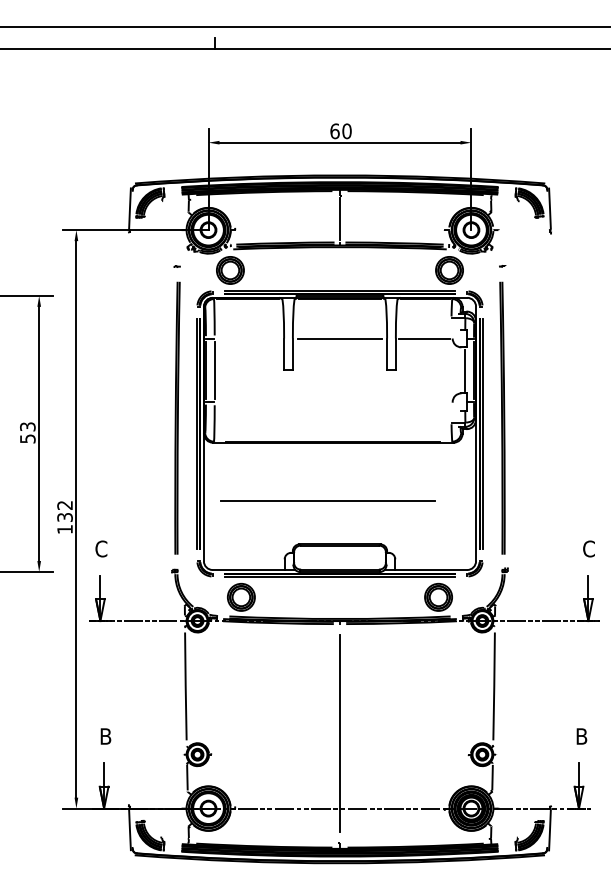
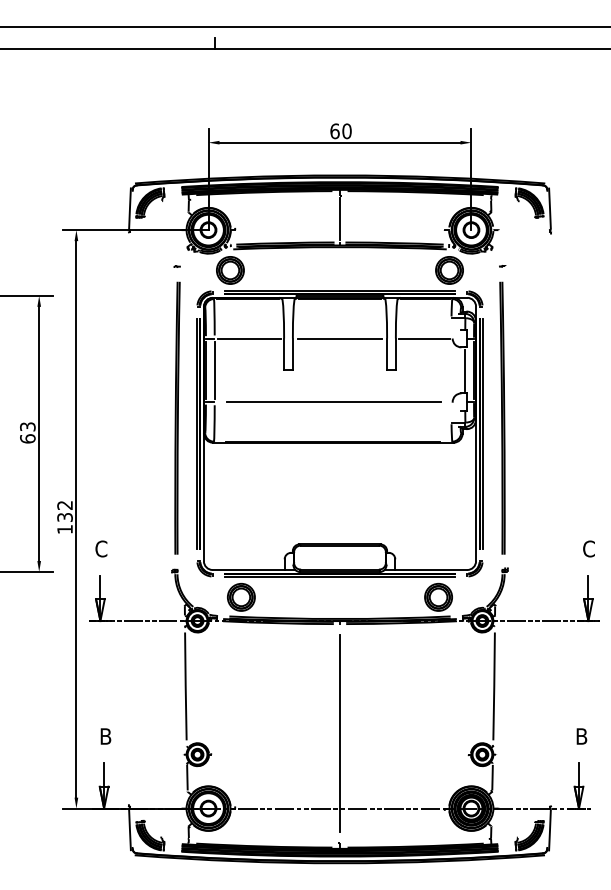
line at (249, 338): none -> present
text at (27, 438): 53 -> 63
line at (327, 500) position: (327, 500) -> (333, 401)
